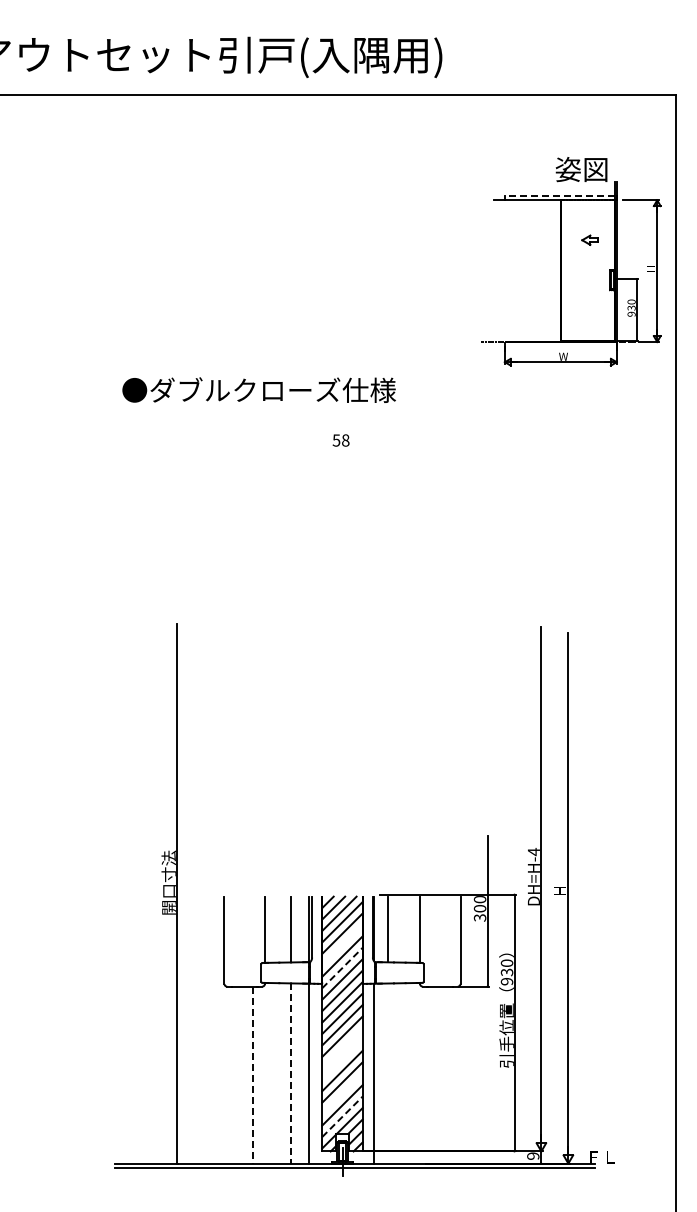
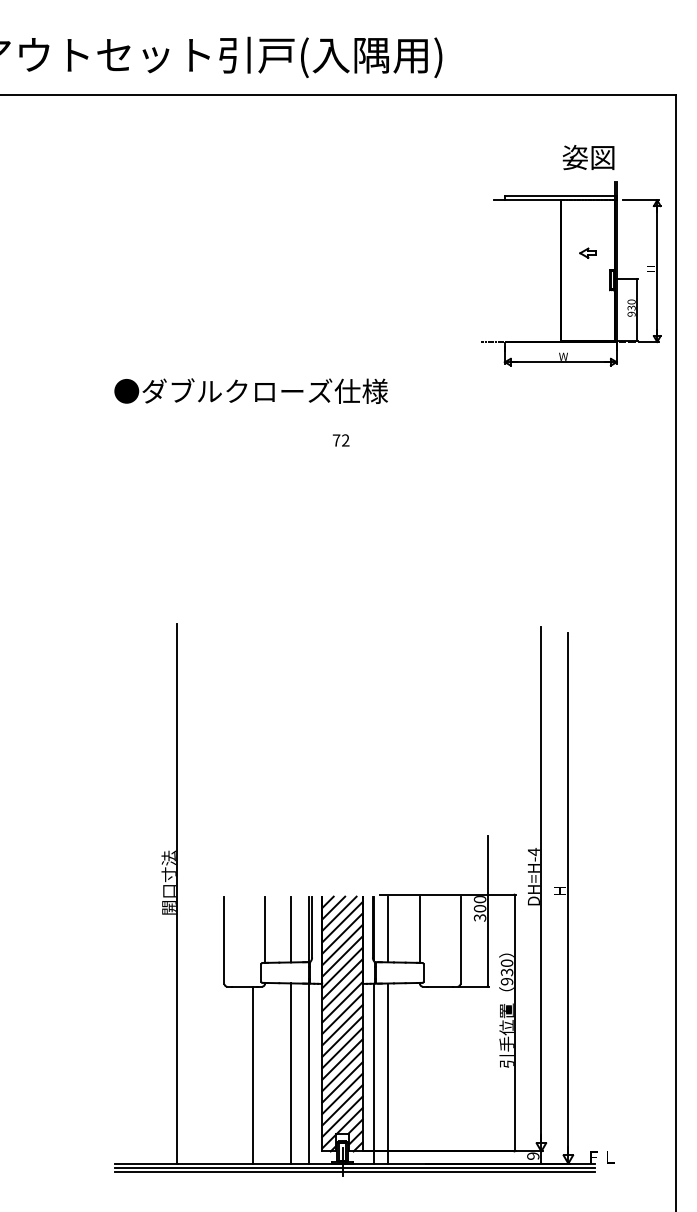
text at (581, 169) position: (581, 169) -> (588, 157)
line at (559, 195): dashed -> solid
part at (589, 239) position: (589, 239) -> (587, 252)
text at (258, 389) position: (258, 389) -> (250, 390)
text at (340, 440): 58 -> 72
line at (342, 944): none -> present
line at (342, 967): dashed -> solid
line at (342, 1047): none -> present
line at (342, 1059): none -> present
line at (290, 1073): dashed -> solid
line at (387, 1073): none -> present
line at (252, 1075): dashed -> solid
line at (342, 1093): none -> present
line at (342, 1116): dashed -> solid
line at (355, 1171): none -> present
